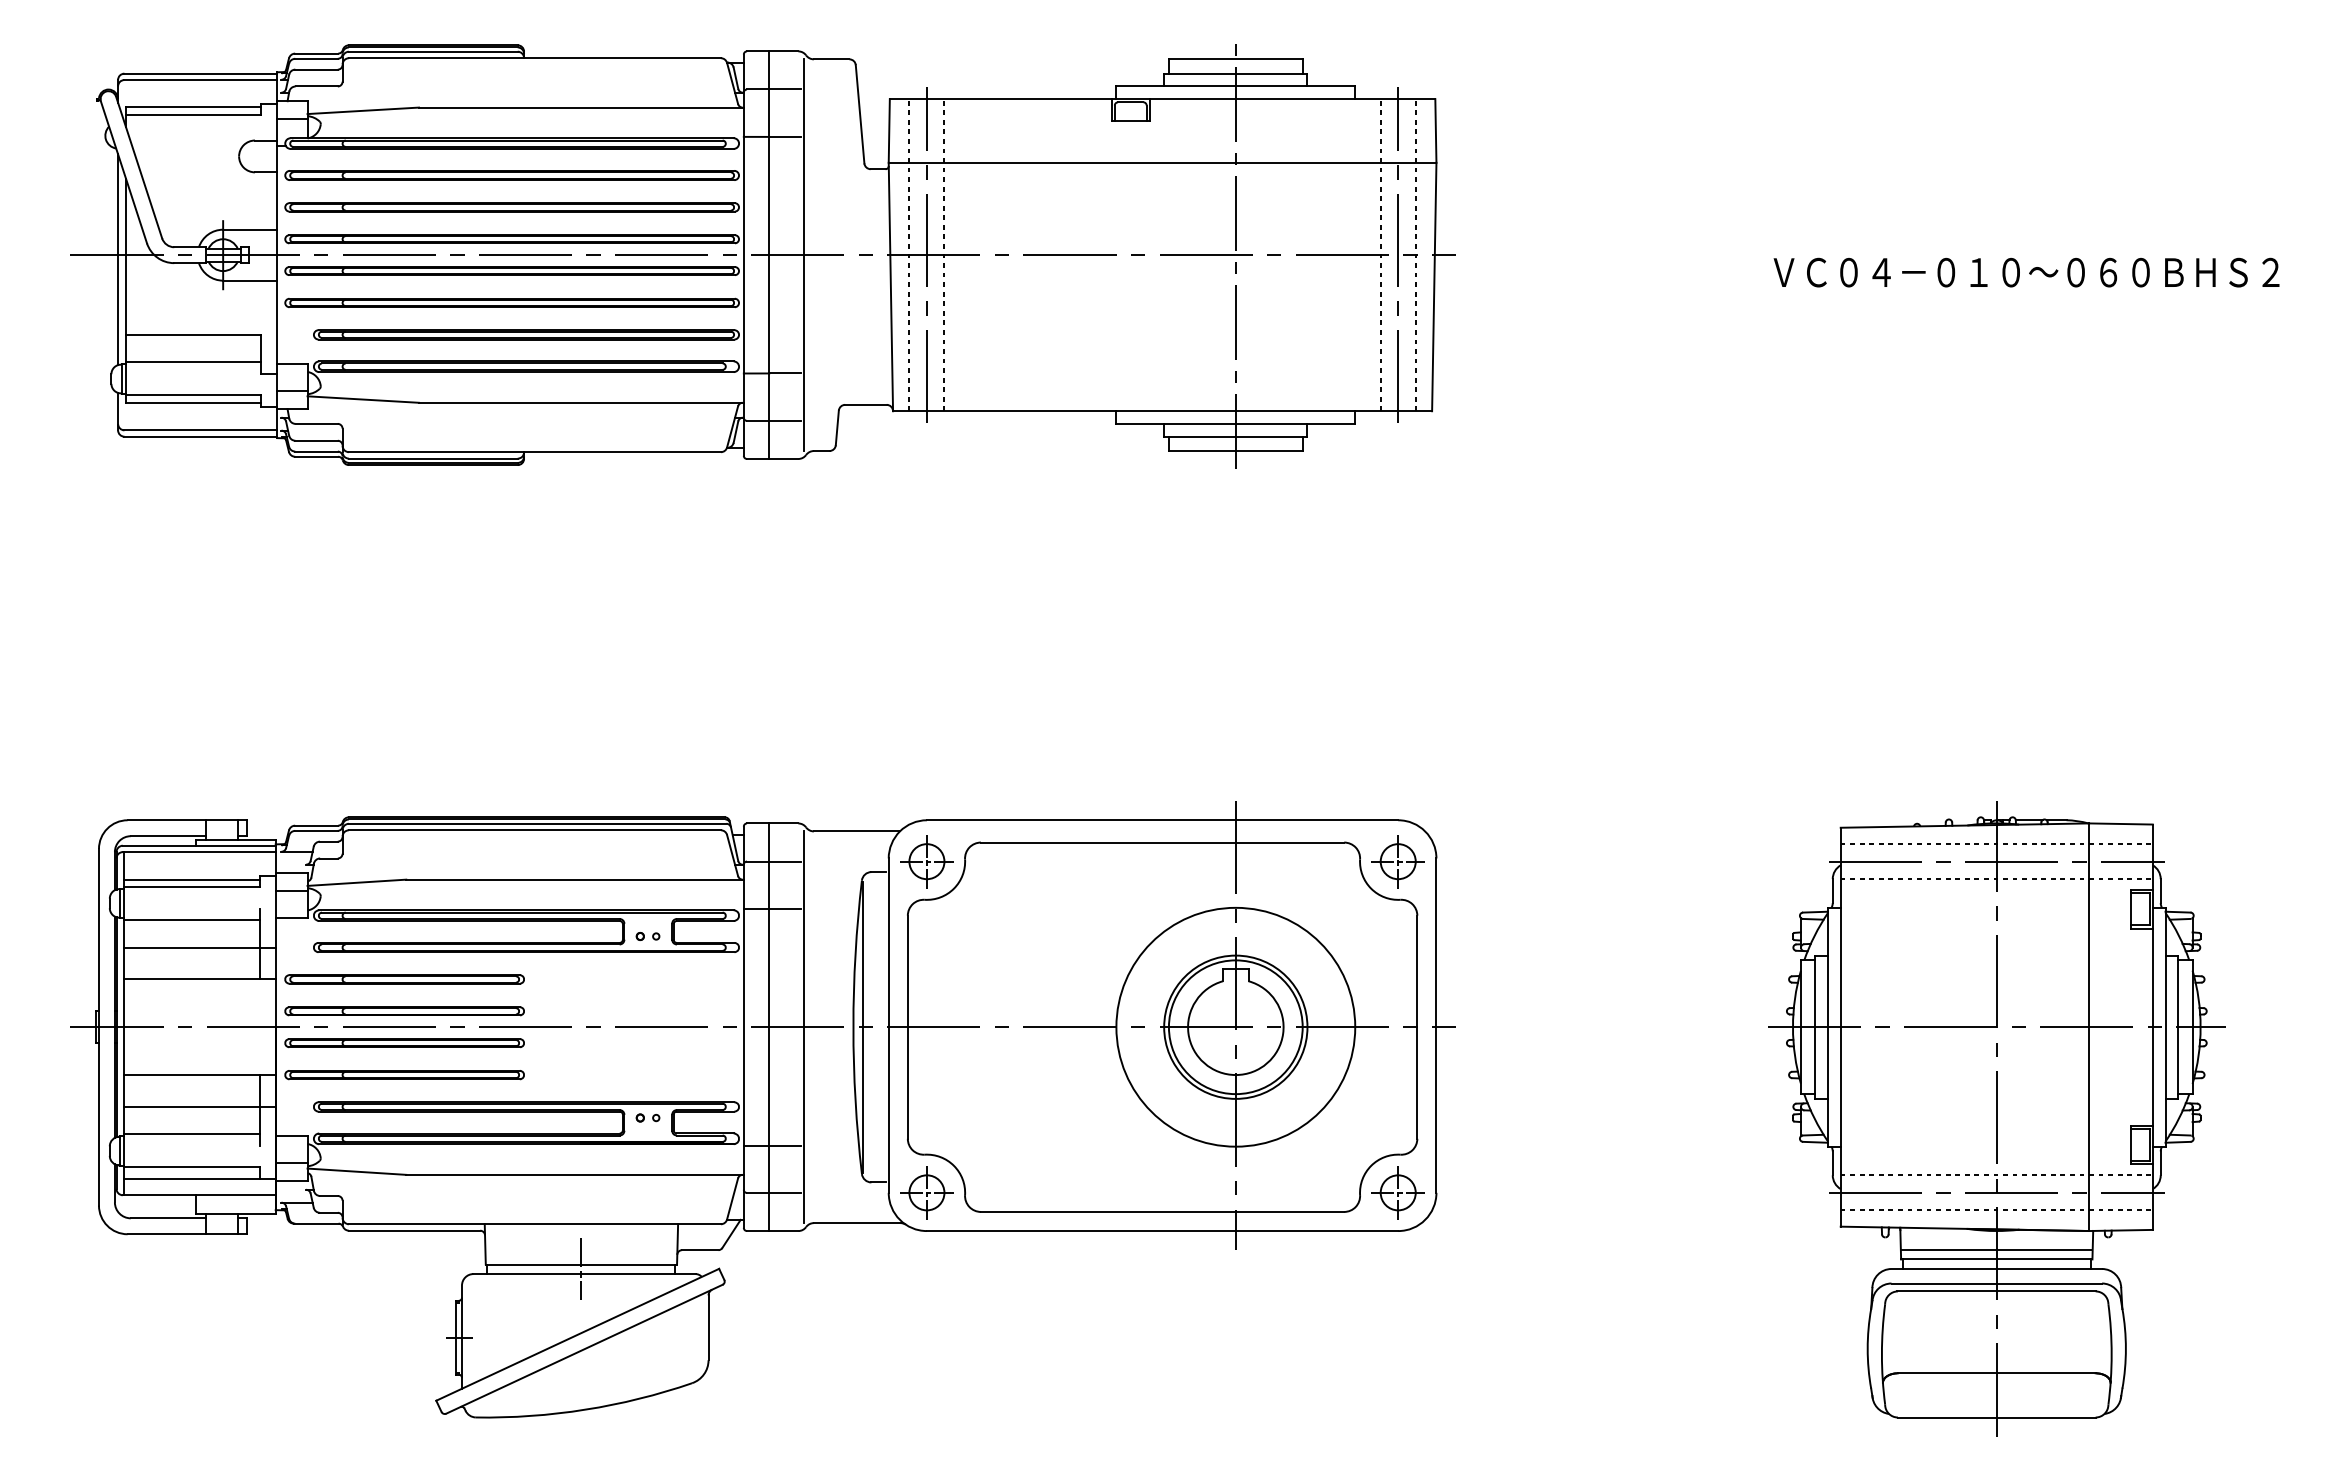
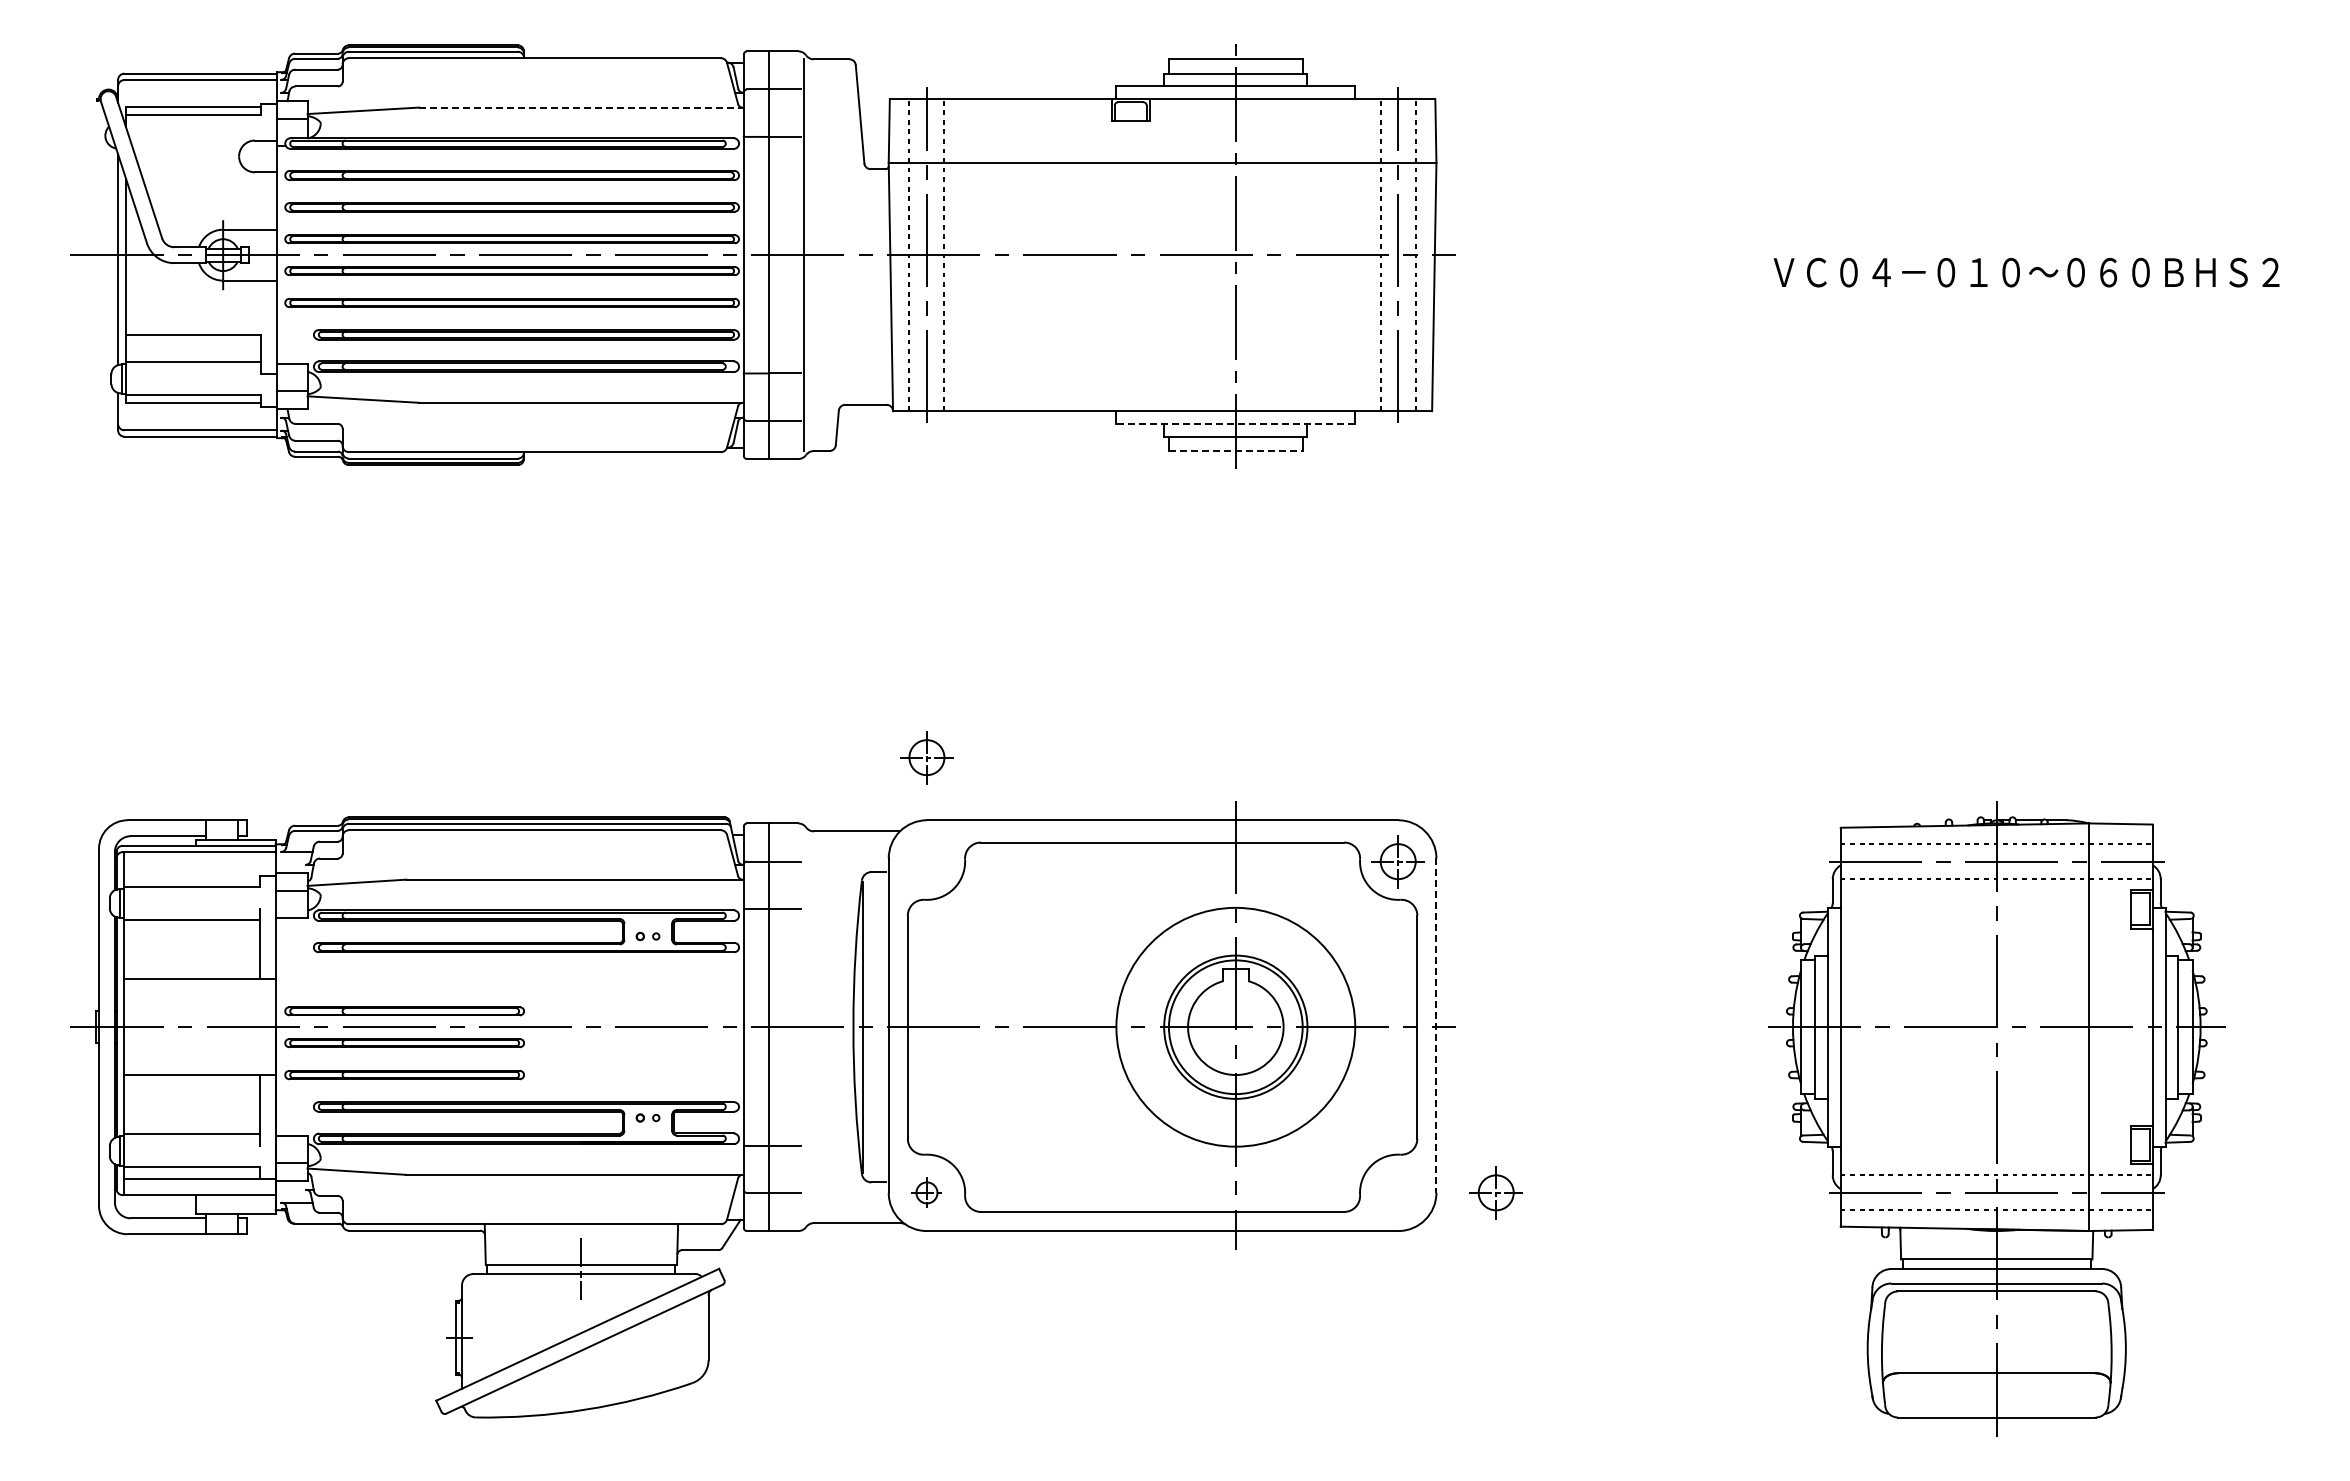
line at (581, 107): solid -> dashed
line at (1235, 423): solid -> dashed
line at (1235, 451): solid -> dashed
part at (926, 861) position: (926, 861) -> (926, 757)
line at (191, 879): present -> none
line at (199, 947): present -> none
part at (404, 979): present -> none
line at (1436, 1026): solid -> dashed
line at (804, 1027): present -> none
line at (199, 1106): present -> none
part at (926, 1192) size: 54x54 px -> 31x31 px
part at (1397, 1192) position: (1397, 1192) -> (1495, 1192)
line at (1996, 1250): present -> none
